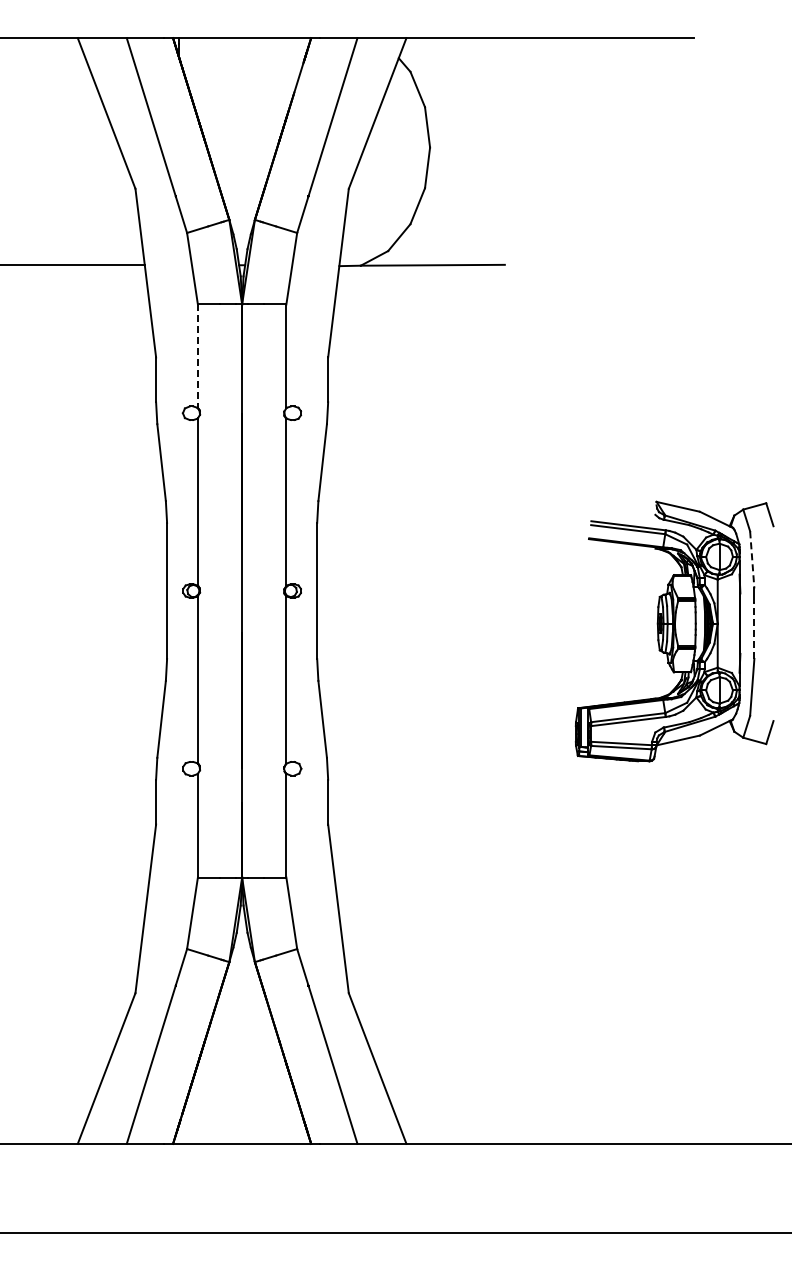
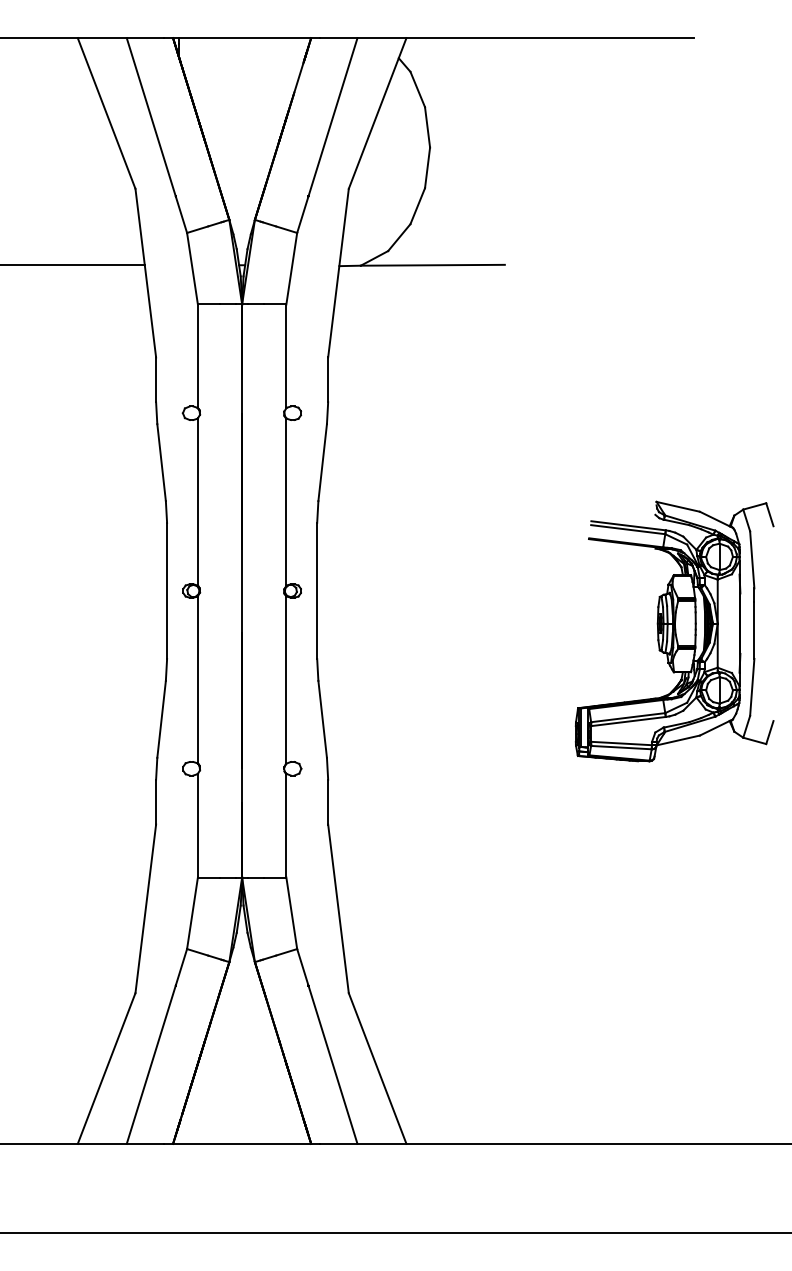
line at (197, 356): dashed -> solid
line at (752, 559): dashed -> solid
line at (754, 630): dashed -> solid
